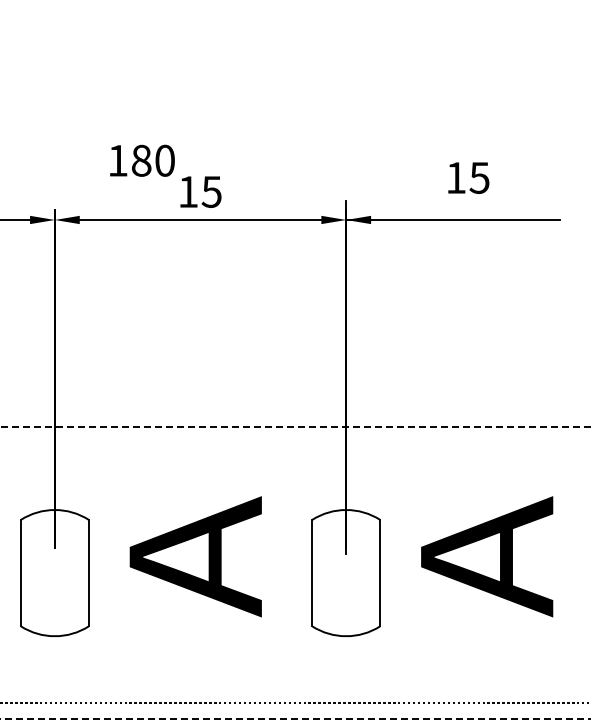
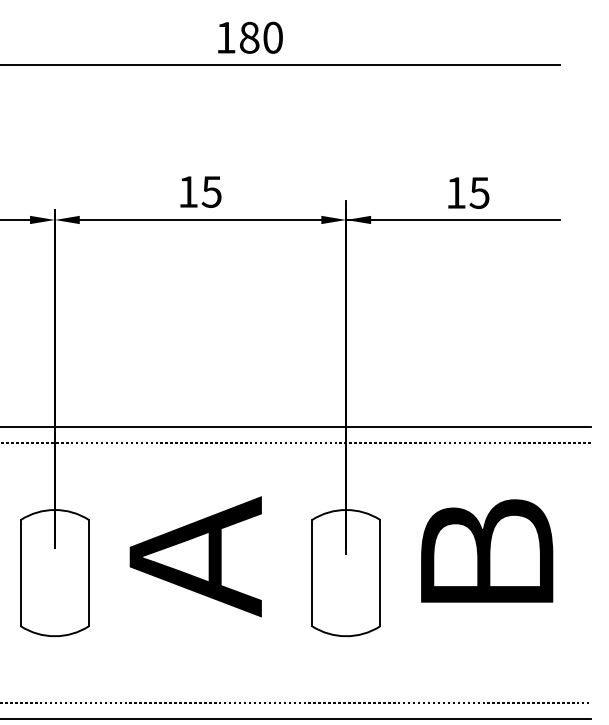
line at (280, 64): none -> present
text at (142, 160) position: (142, 160) -> (250, 37)
text at (468, 177) position: (468, 177) -> (468, 192)
line at (295, 427): dashed -> solid
line at (296, 442): none -> present
text at (487, 556): Ａ -> Ｂ
line at (295, 718): dashed -> solid
